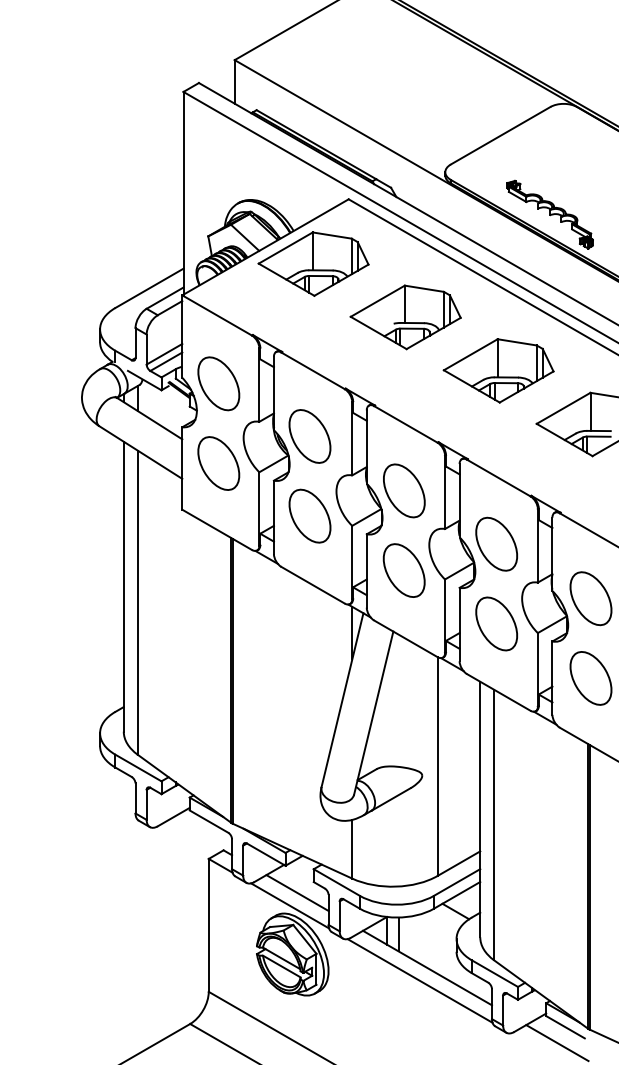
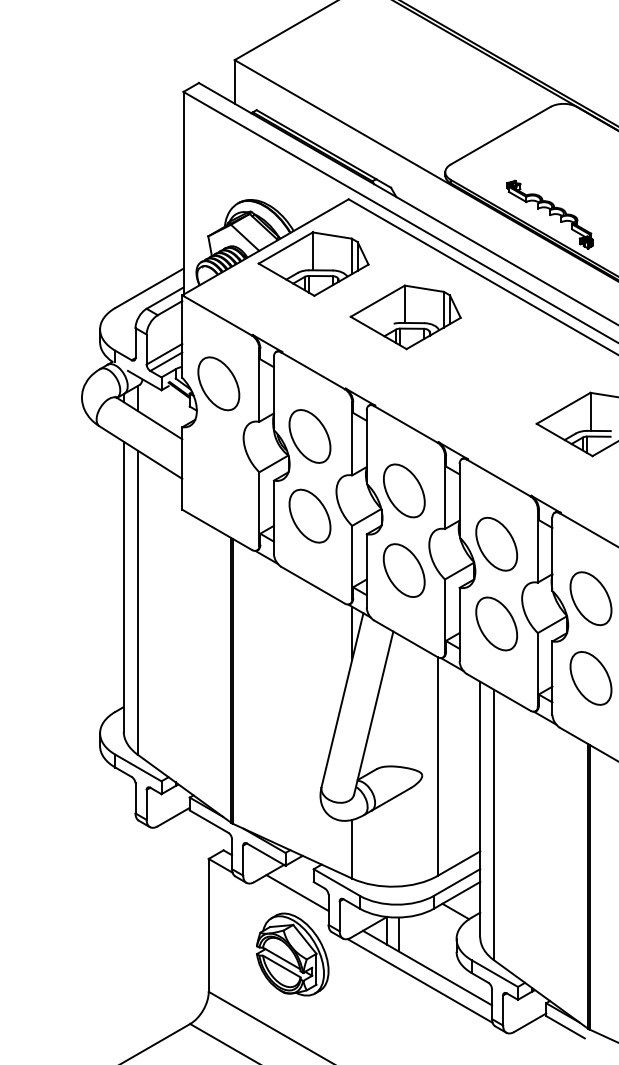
part at (498, 370): present -> none
part at (218, 463): present -> none
line at (290, 905): present -> none
line at (557, 1043): present -> none
